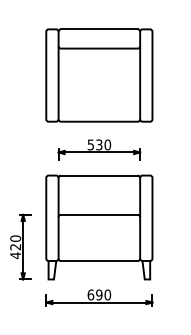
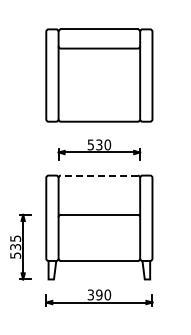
line at (98, 175): solid -> dashed
text at (15, 247): 420 -> 535
text at (90, 294): 690 -> 390
